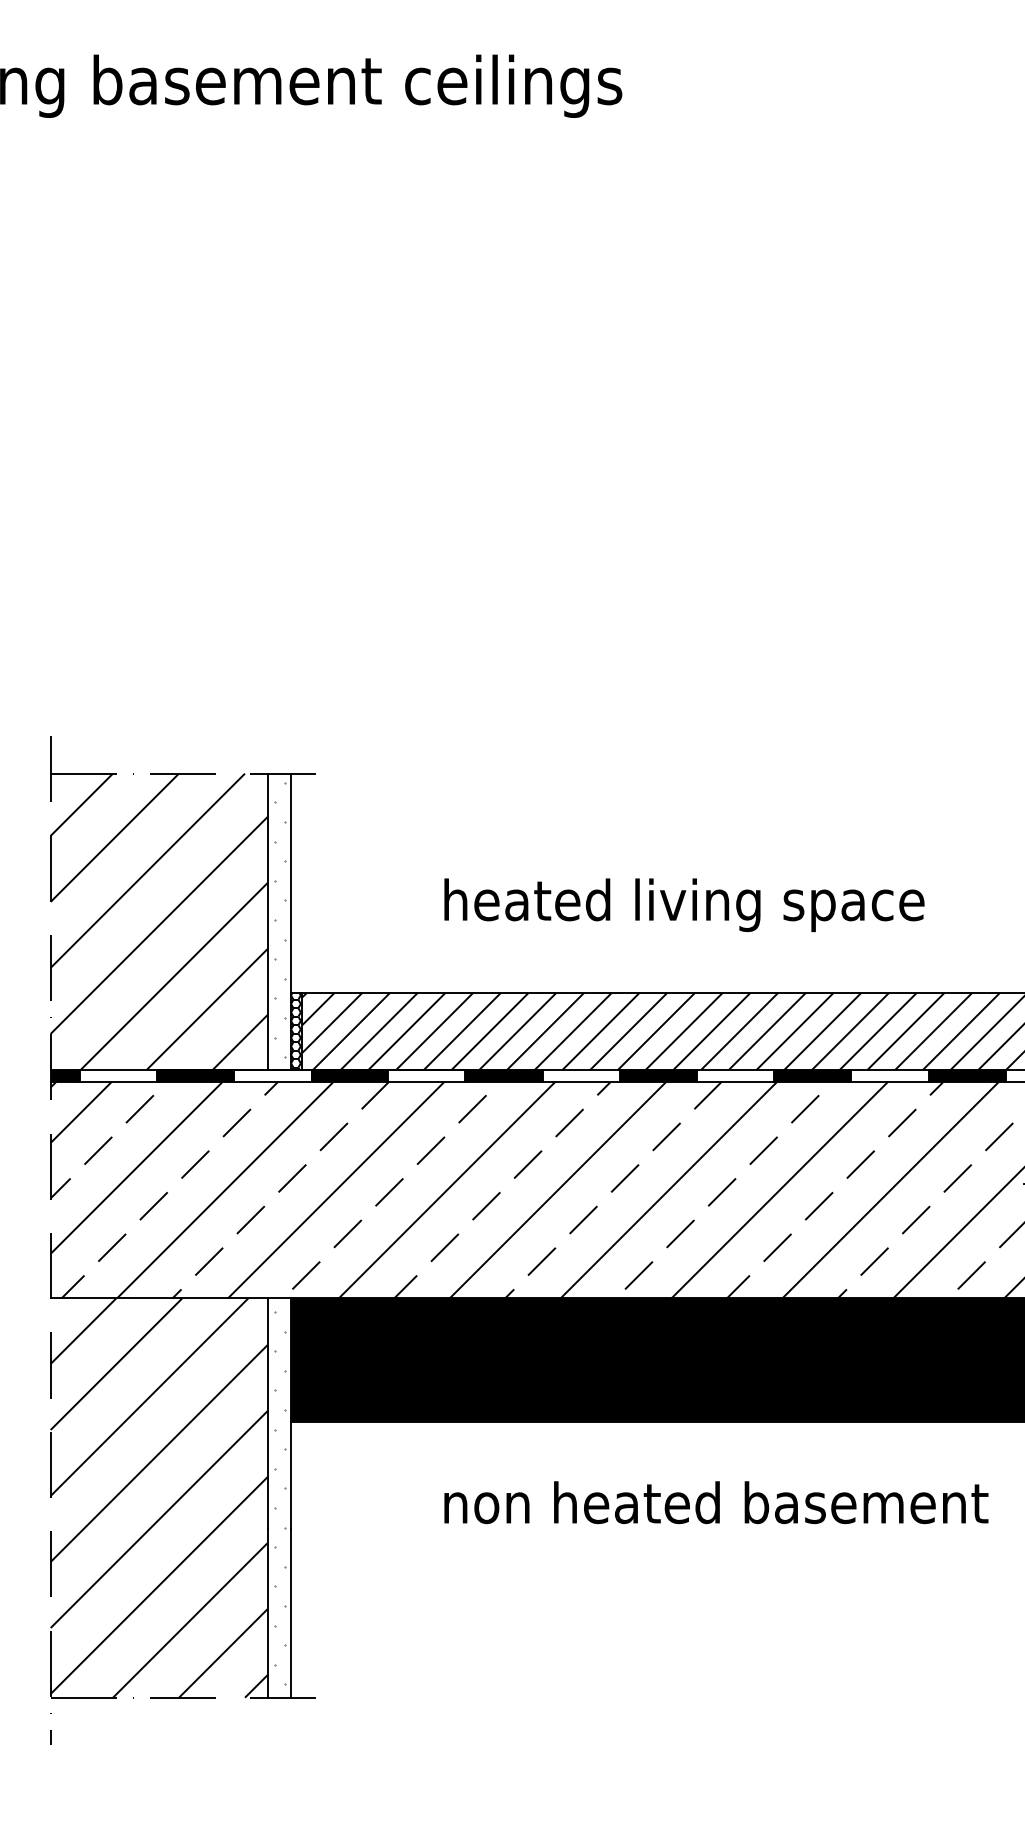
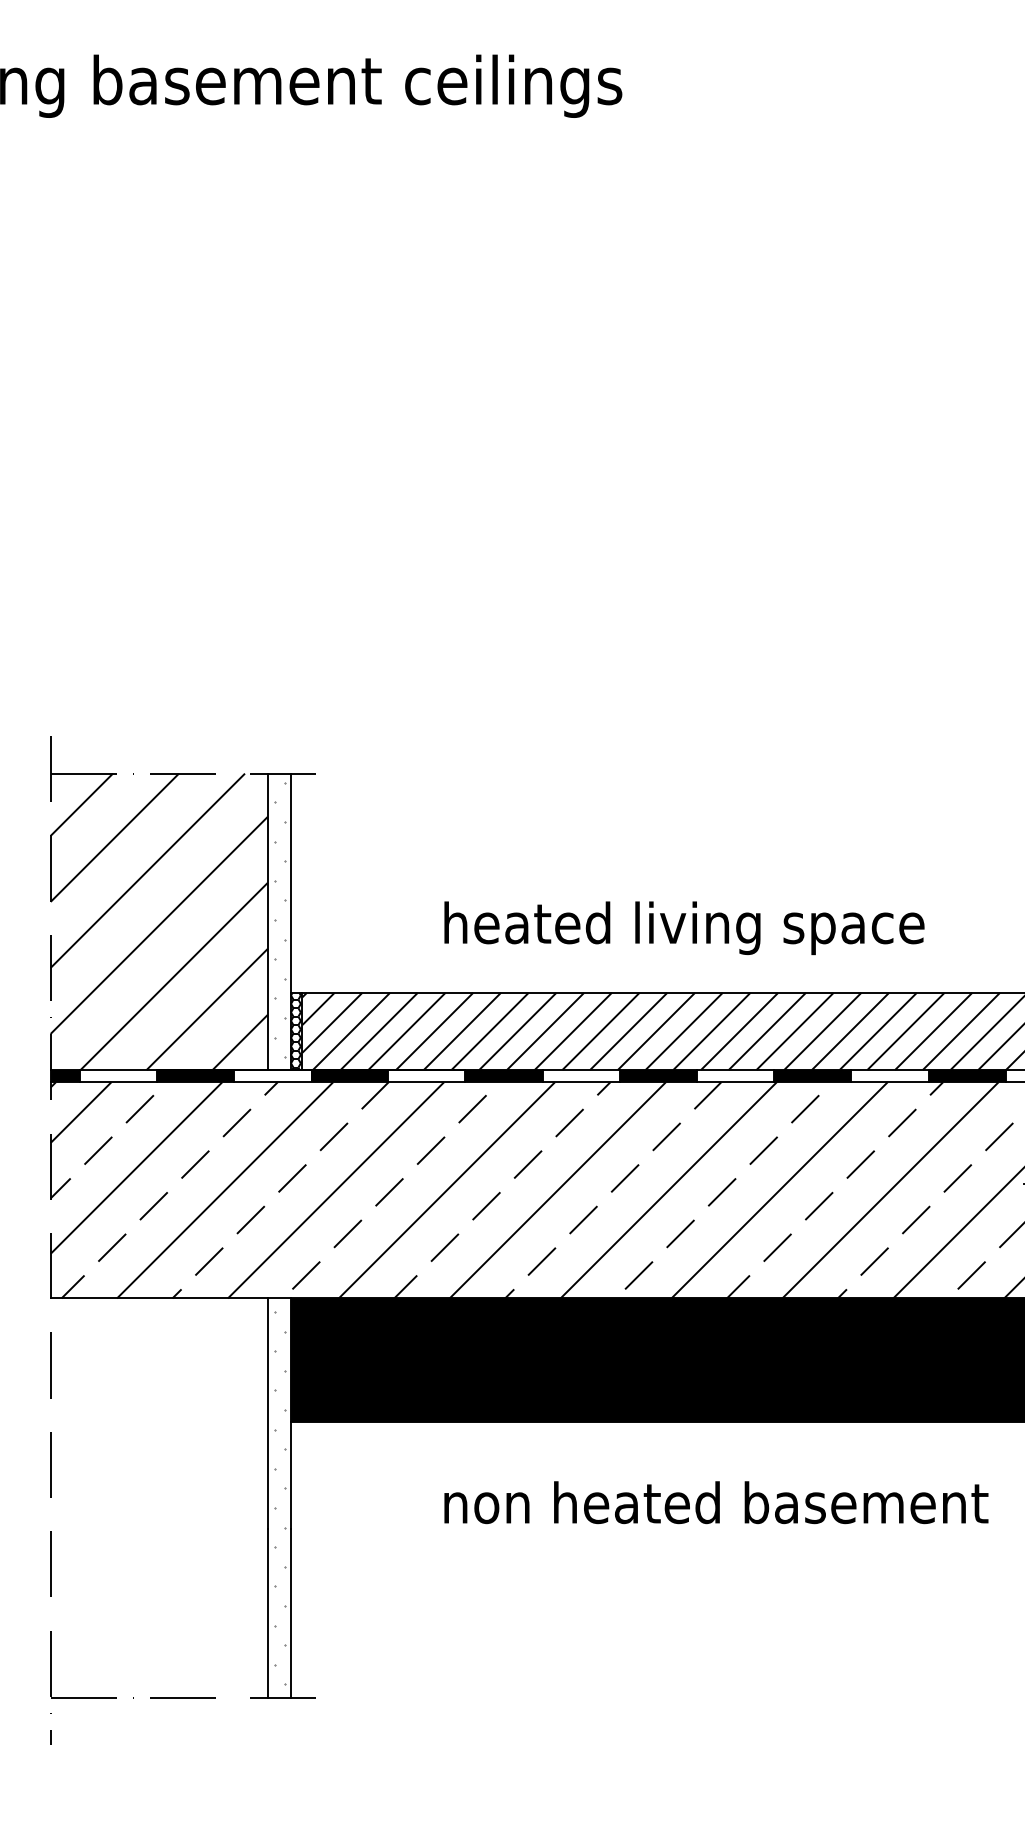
text at (684, 905) position: (684, 905) -> (684, 928)
hatch at (158, 1497): present -> none
